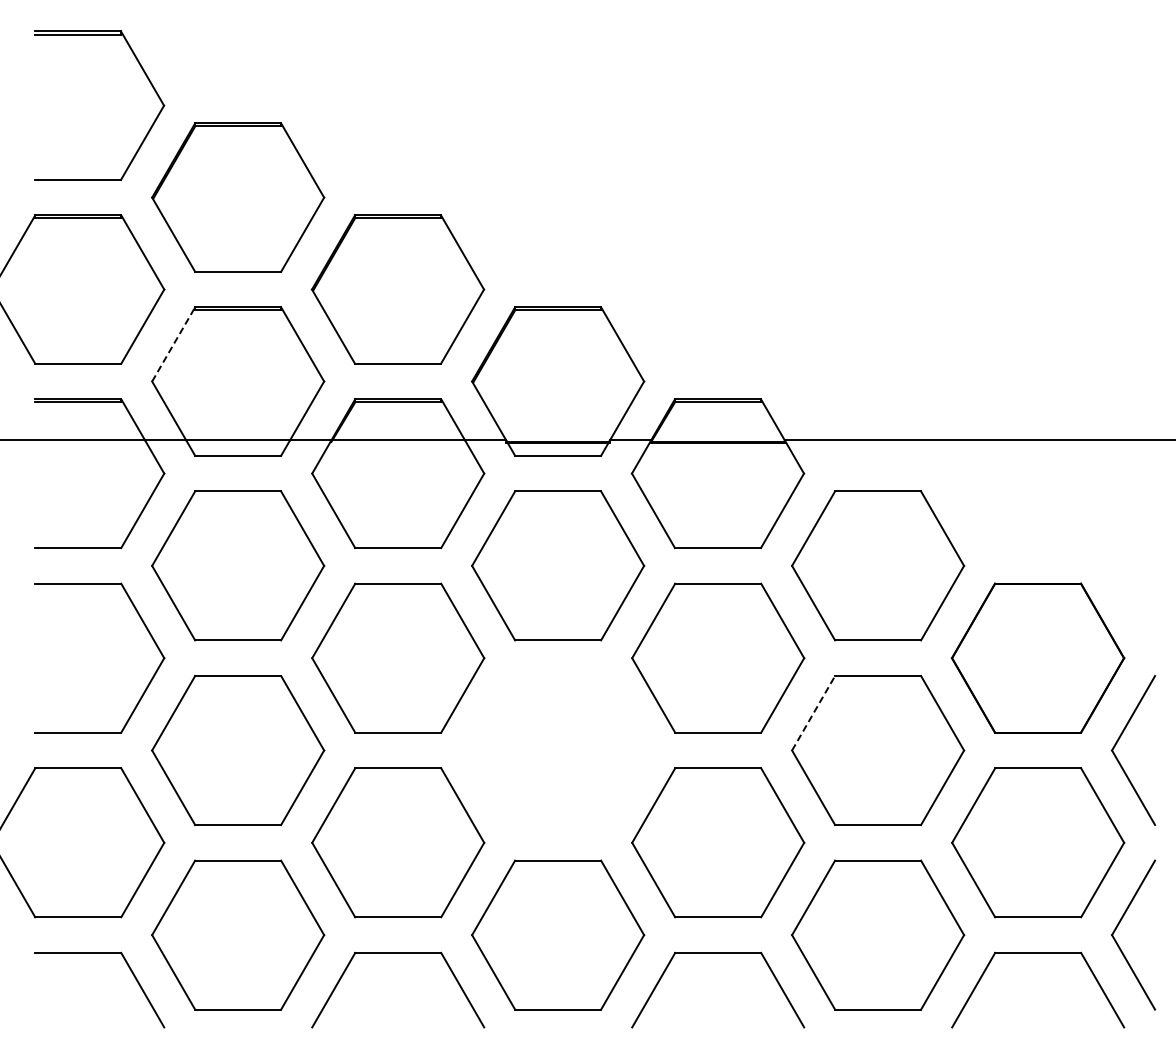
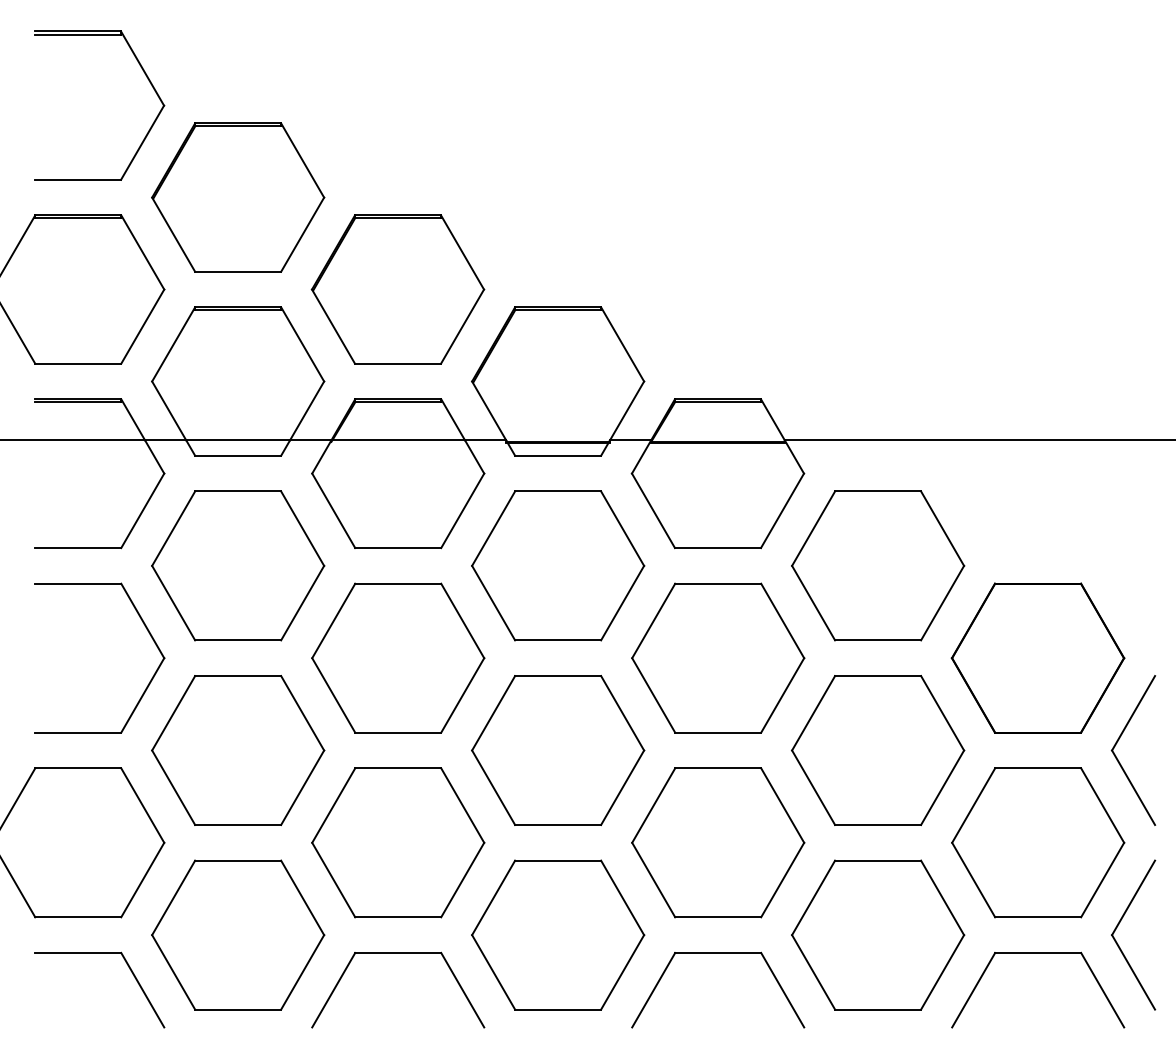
line at (173, 344): dashed -> solid
line at (813, 713): dashed -> solid
part at (558, 750): none -> present
